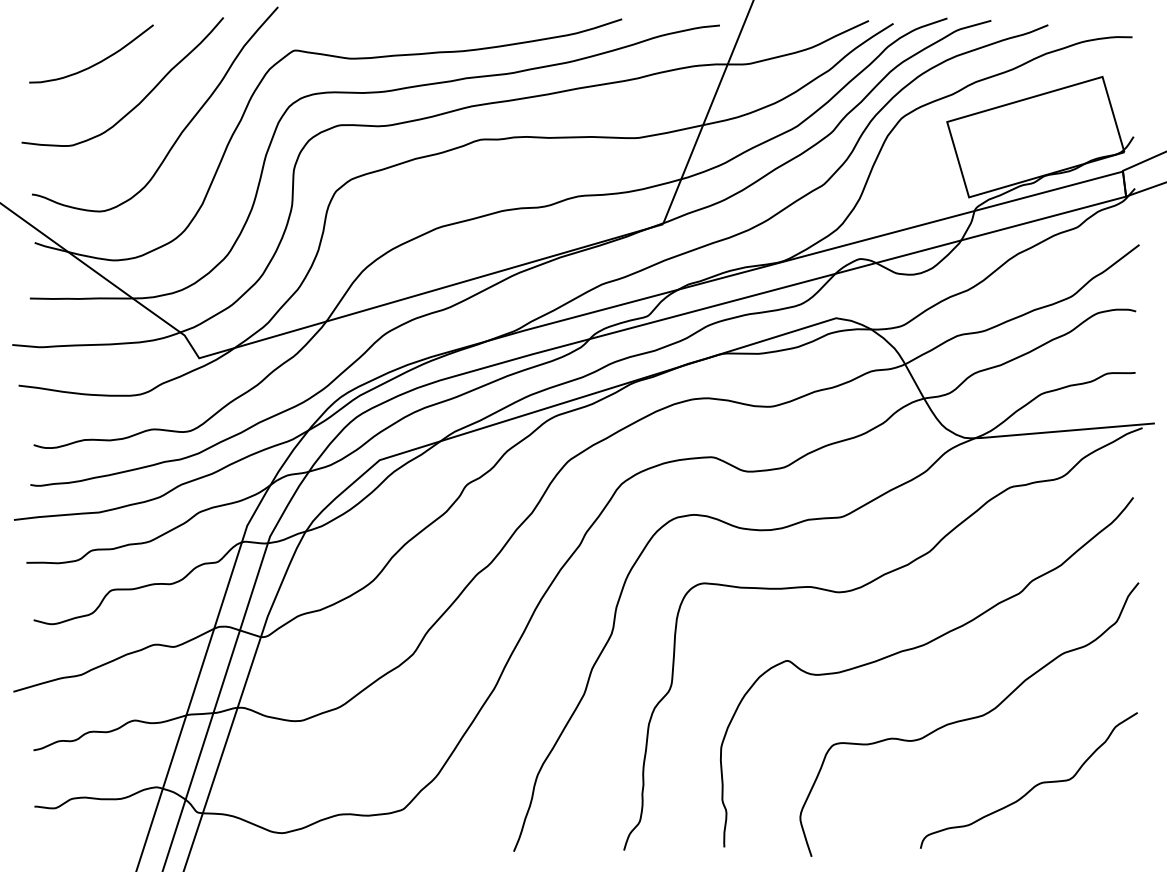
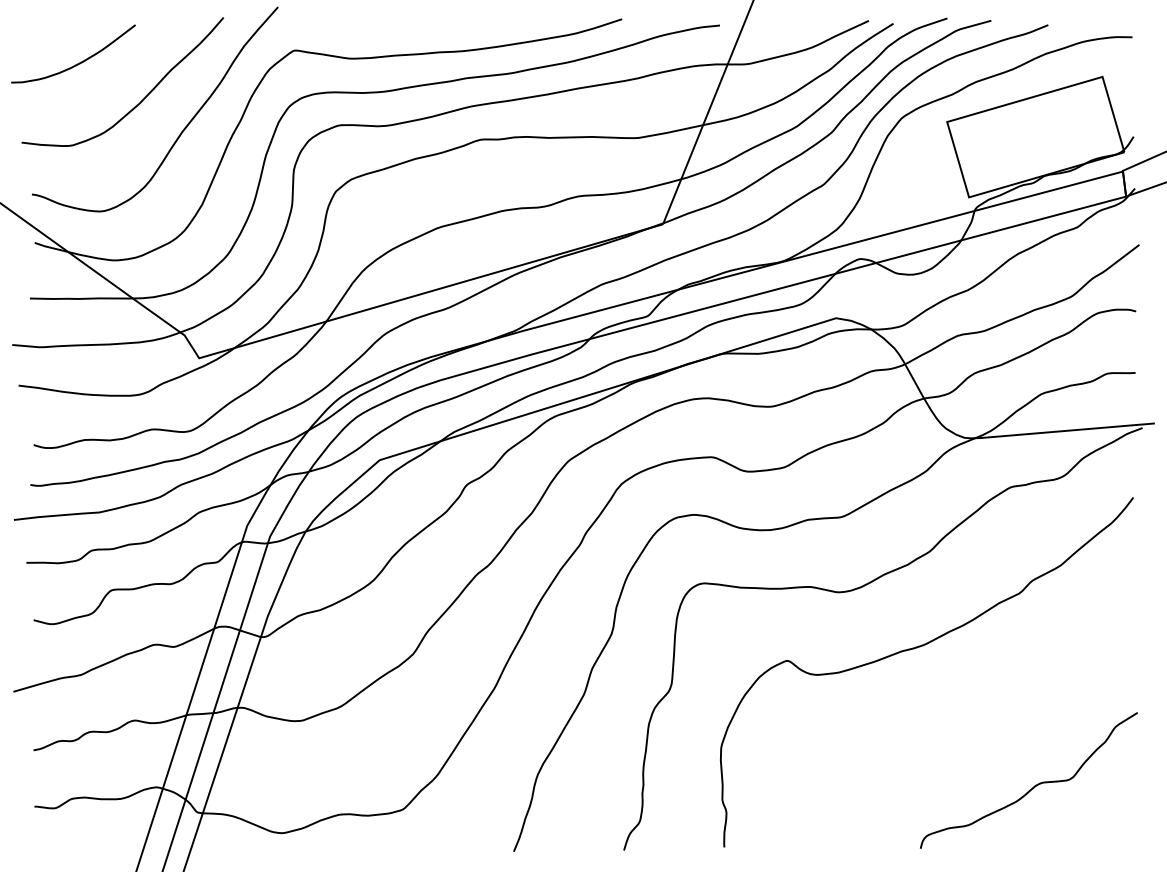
curve at (95, 63) position: (95, 63) -> (77, 63)
curve at (969, 719): present -> none
